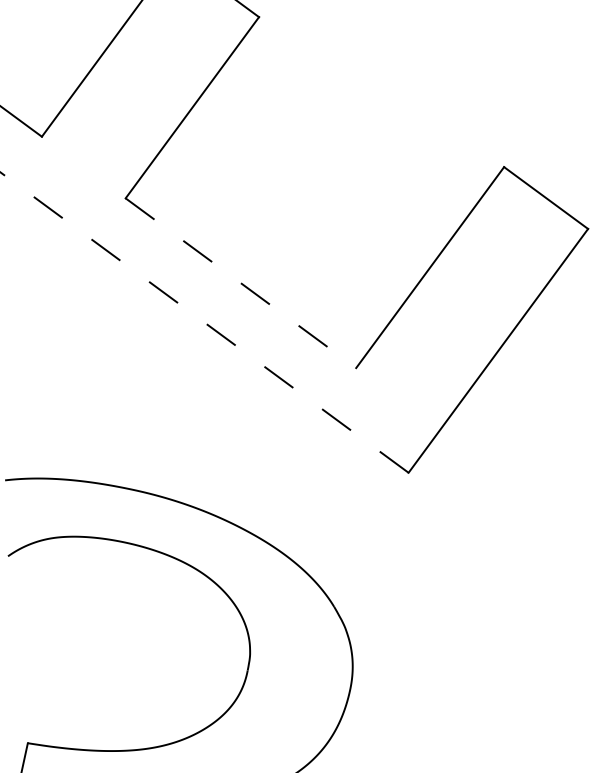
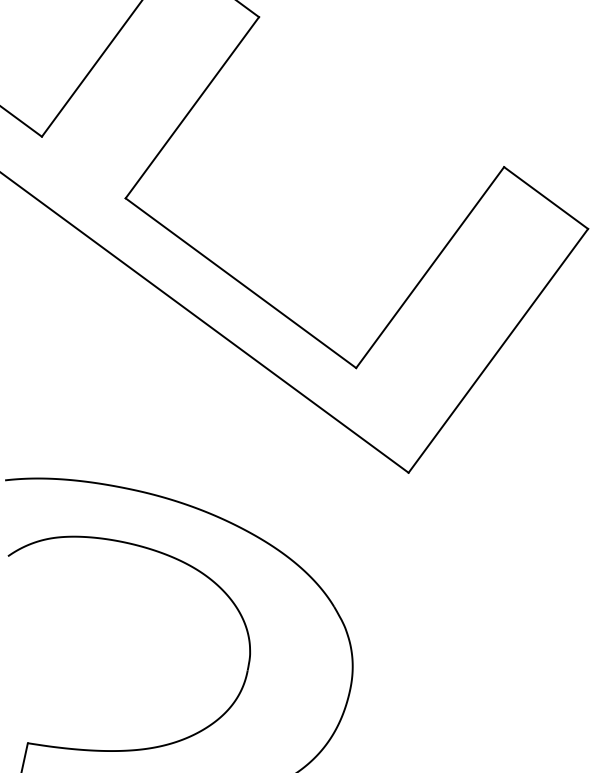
line at (241, 283): dashed -> solid
line at (204, 322): dashed -> solid
